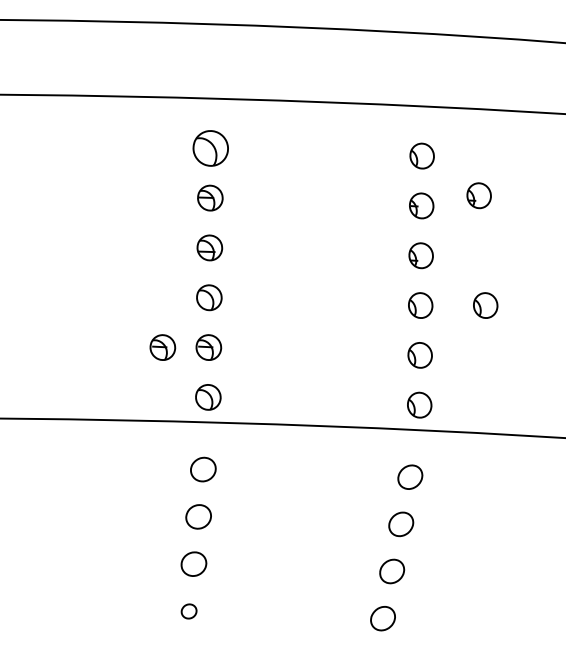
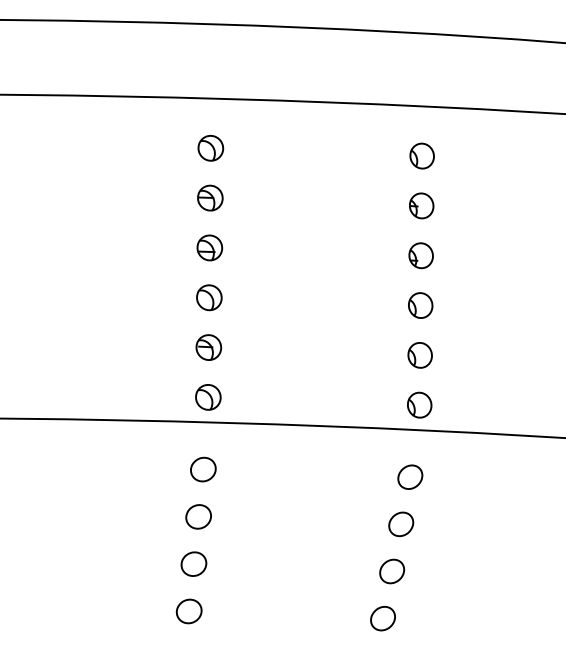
part at (210, 148) size: 37x37 px -> 28x28 px
part at (478, 195): present -> none
part at (485, 305): present -> none
part at (162, 347): present -> none
part at (188, 611) size: 18x17 px -> 28x27 px
